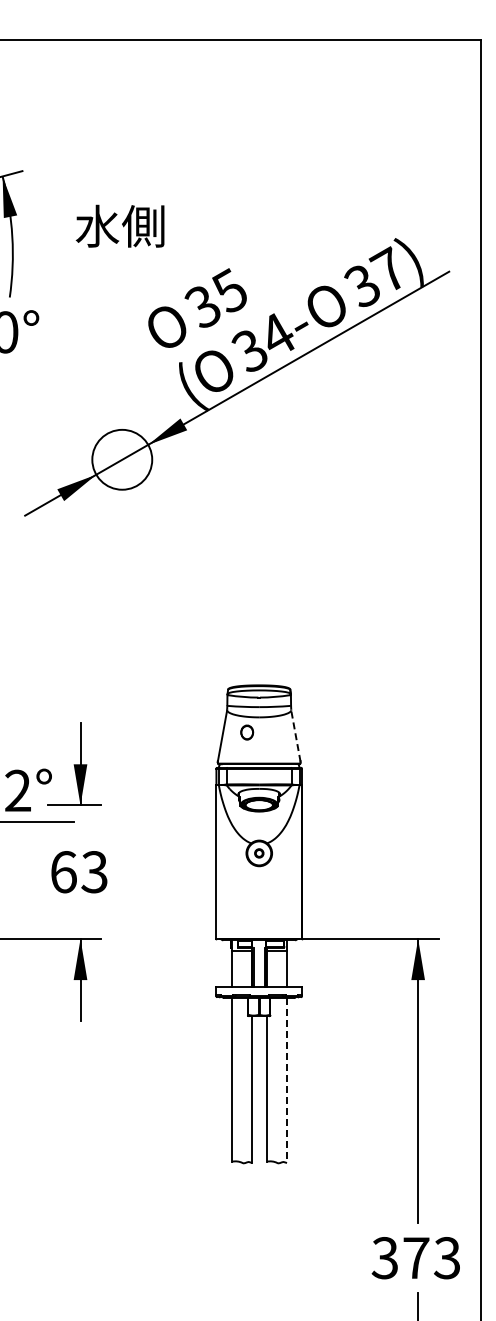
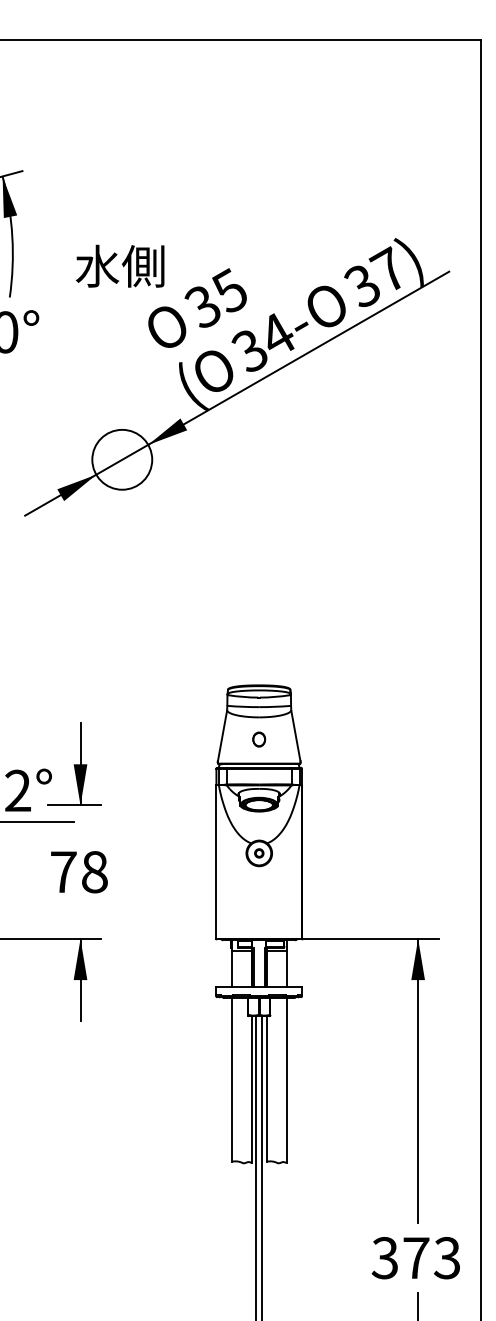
text at (119, 225) position: (119, 225) -> (119, 265)
part at (247, 732) position: (247, 732) -> (259, 739)
line at (295, 735): dashed -> solid
text at (79, 872): 63 -> 78
line at (287, 1081): dashed -> solid
line at (256, 1166): none -> present
line at (261, 1166): none -> present
